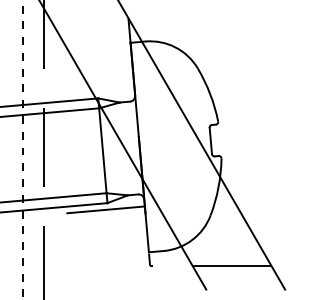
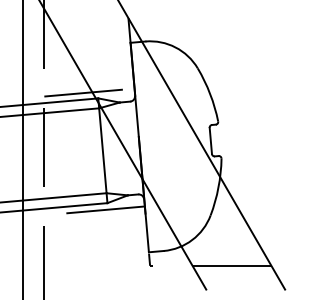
line at (89, 92): none -> present
line at (23, 150): dashed -> solid
